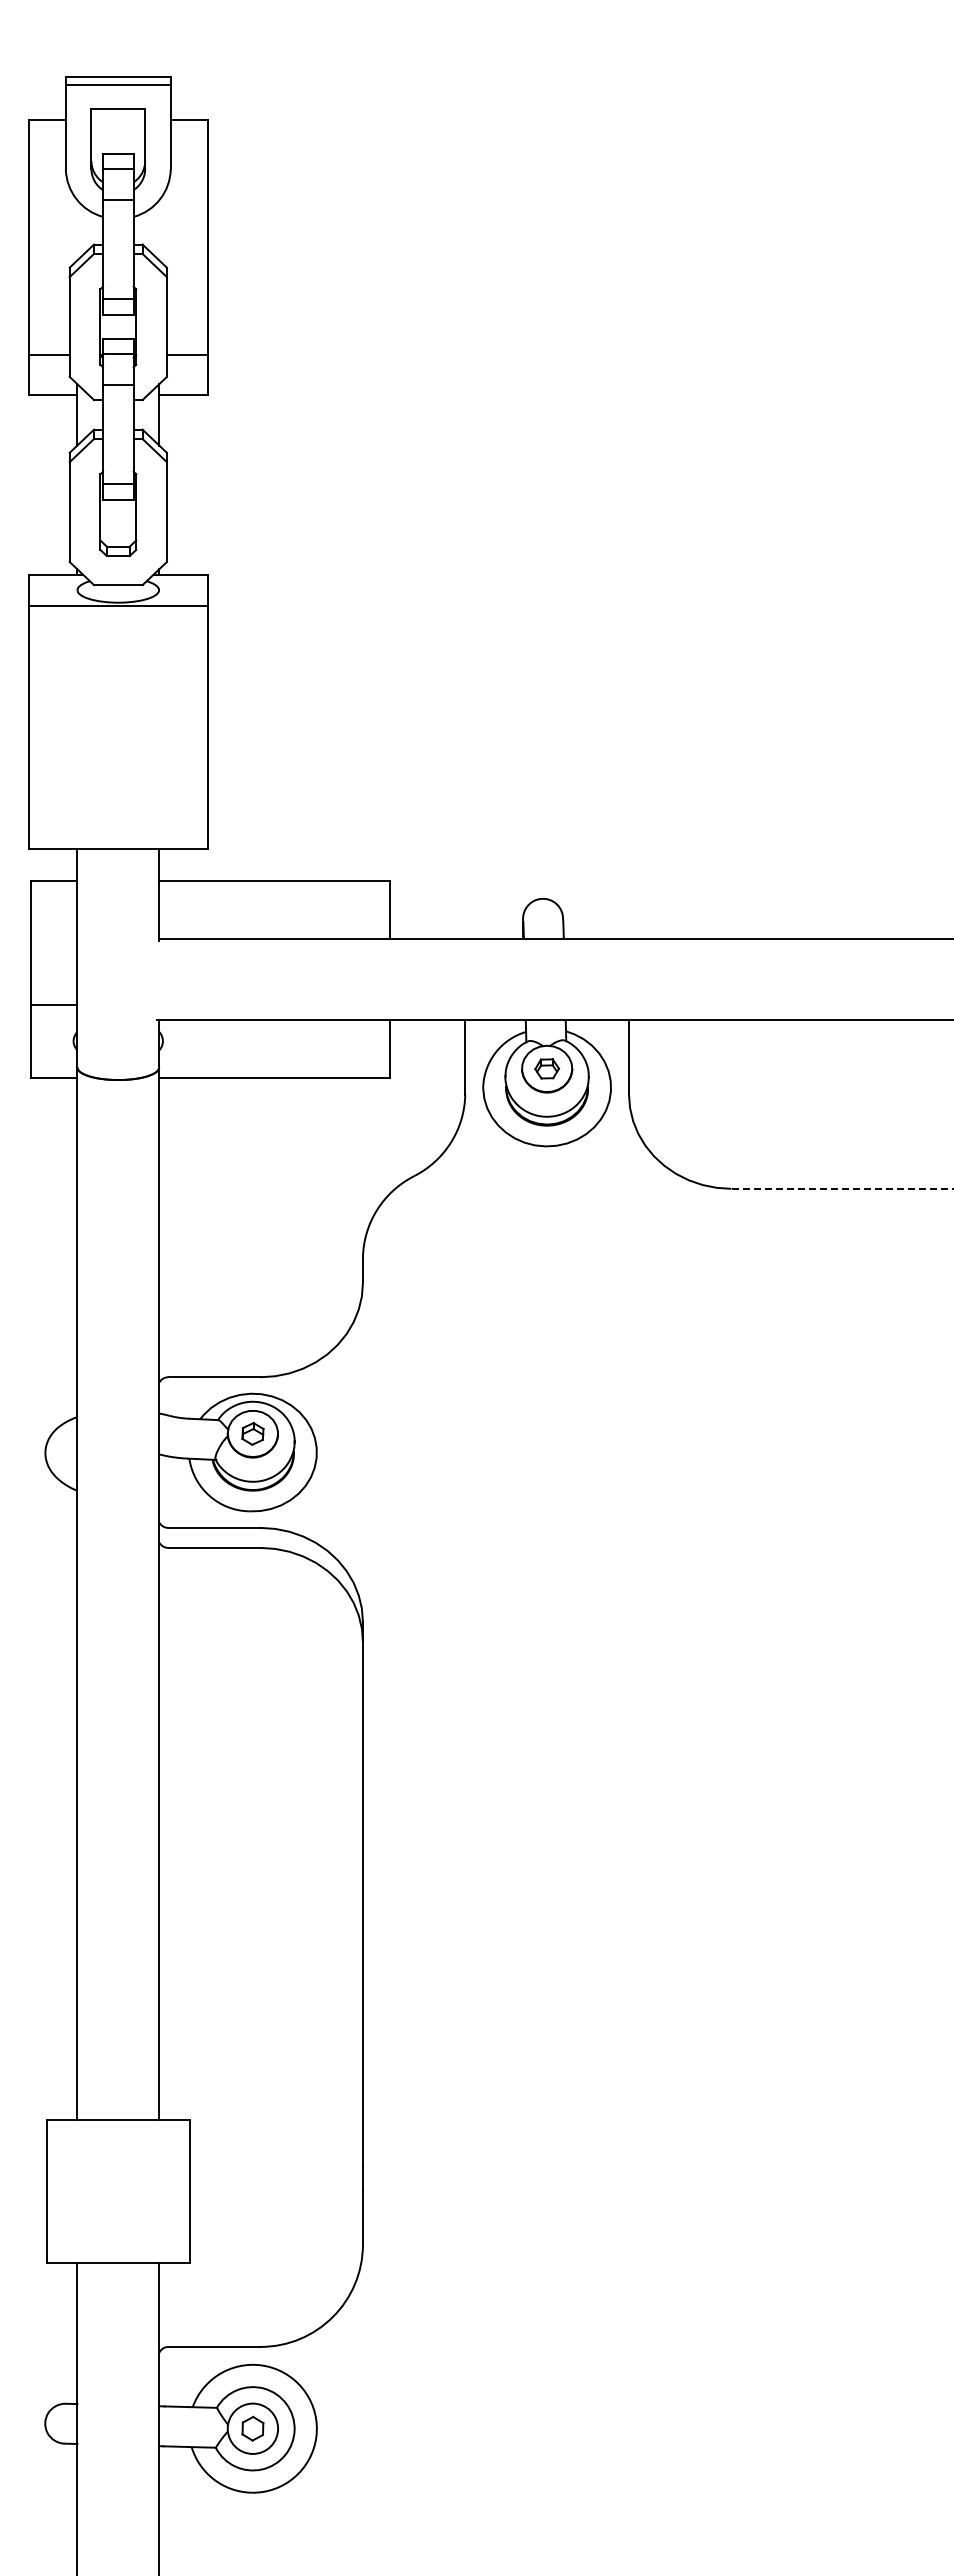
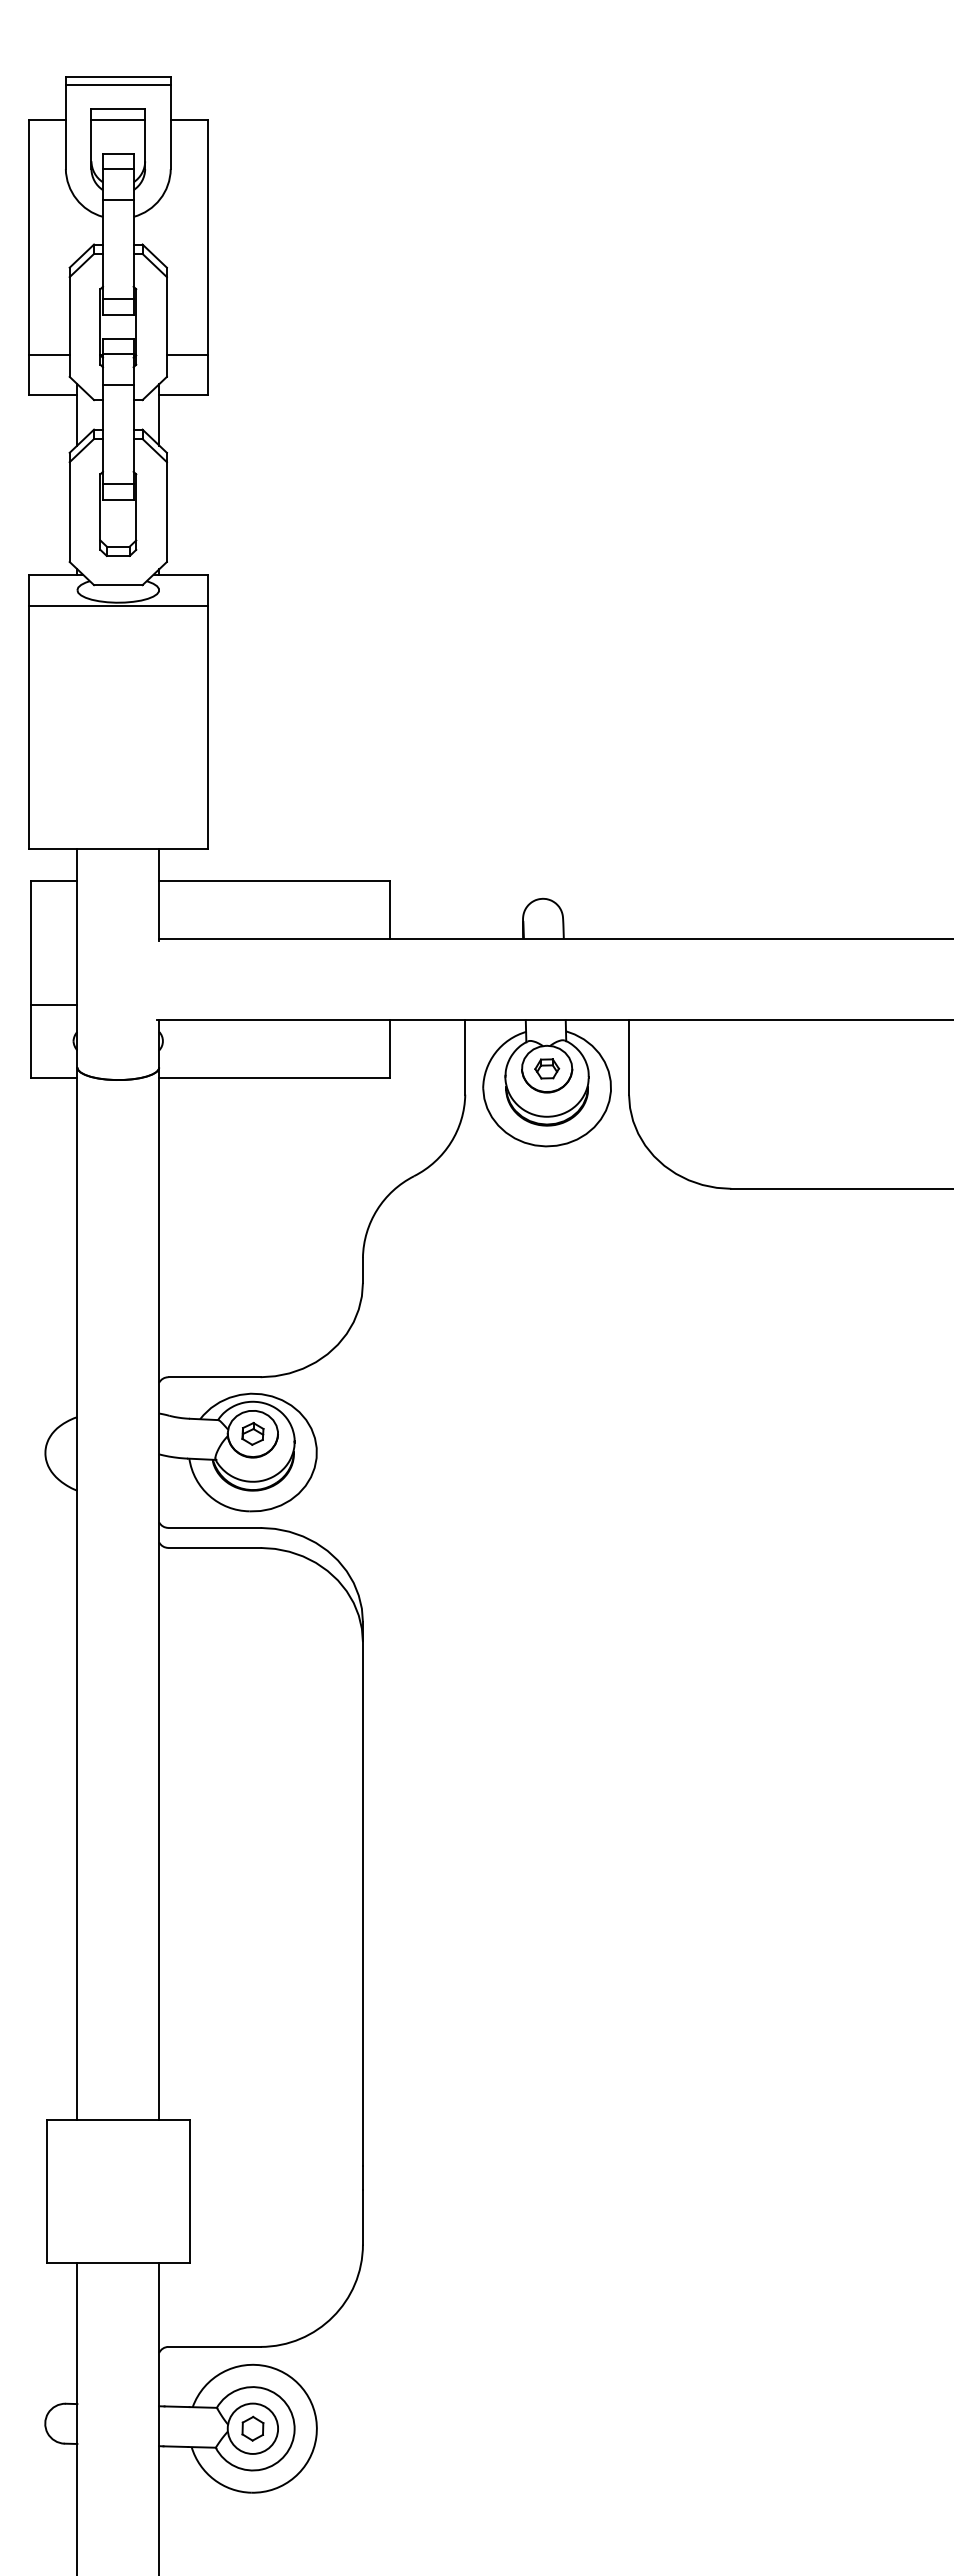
line at (118, 119): none -> present
line at (842, 1188): dashed -> solid
